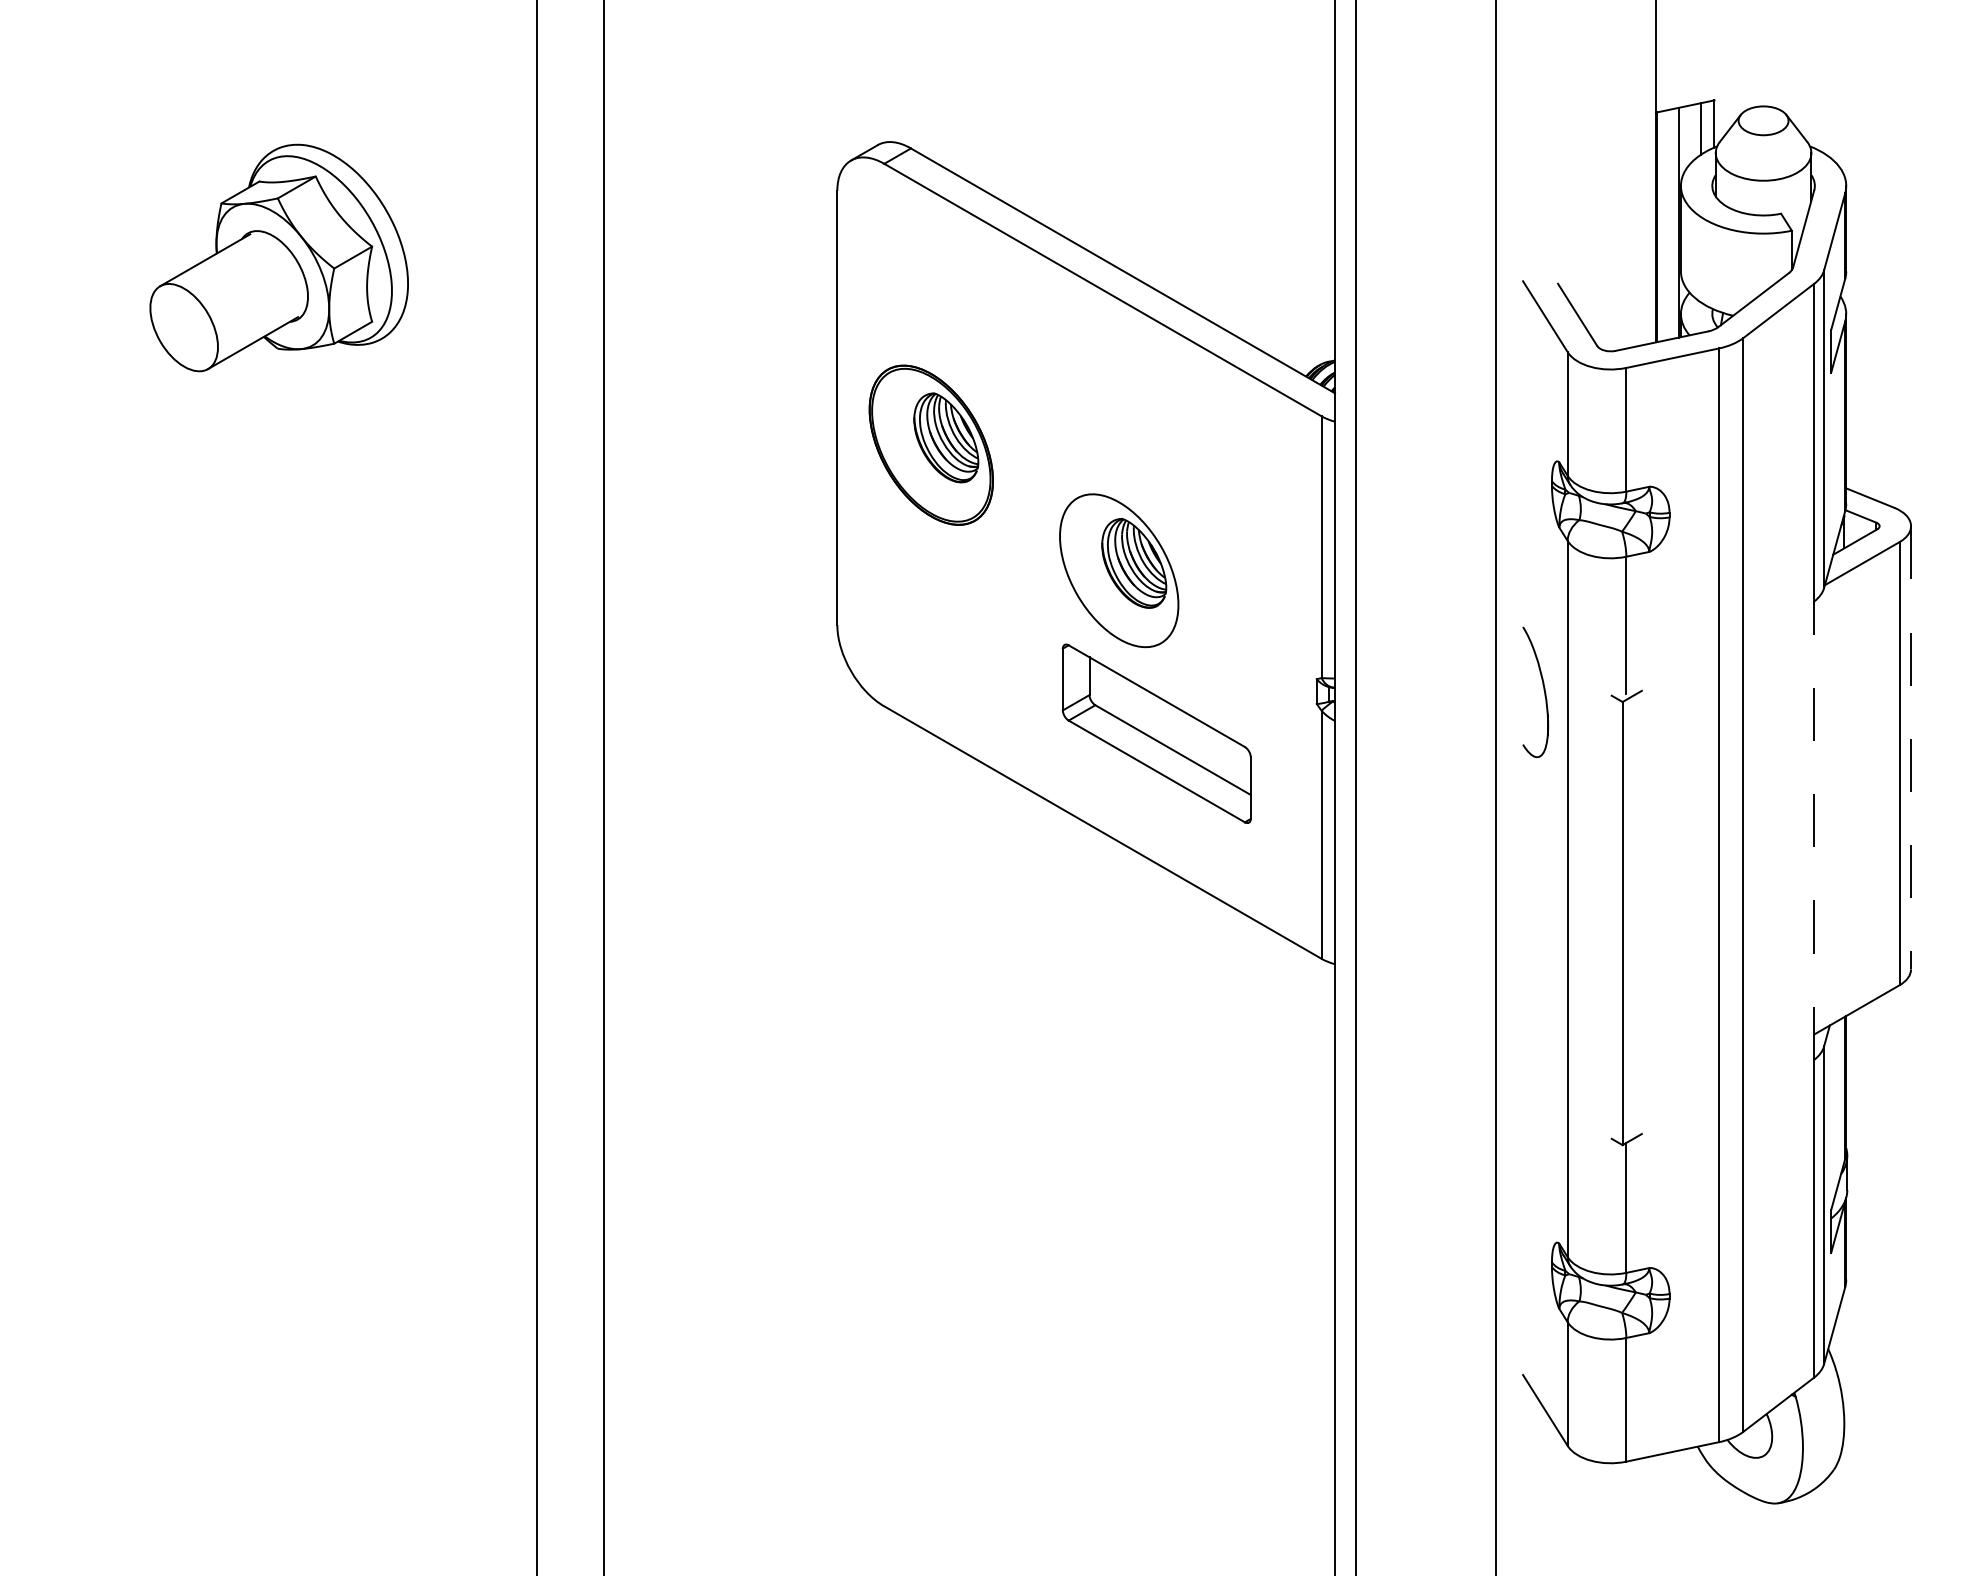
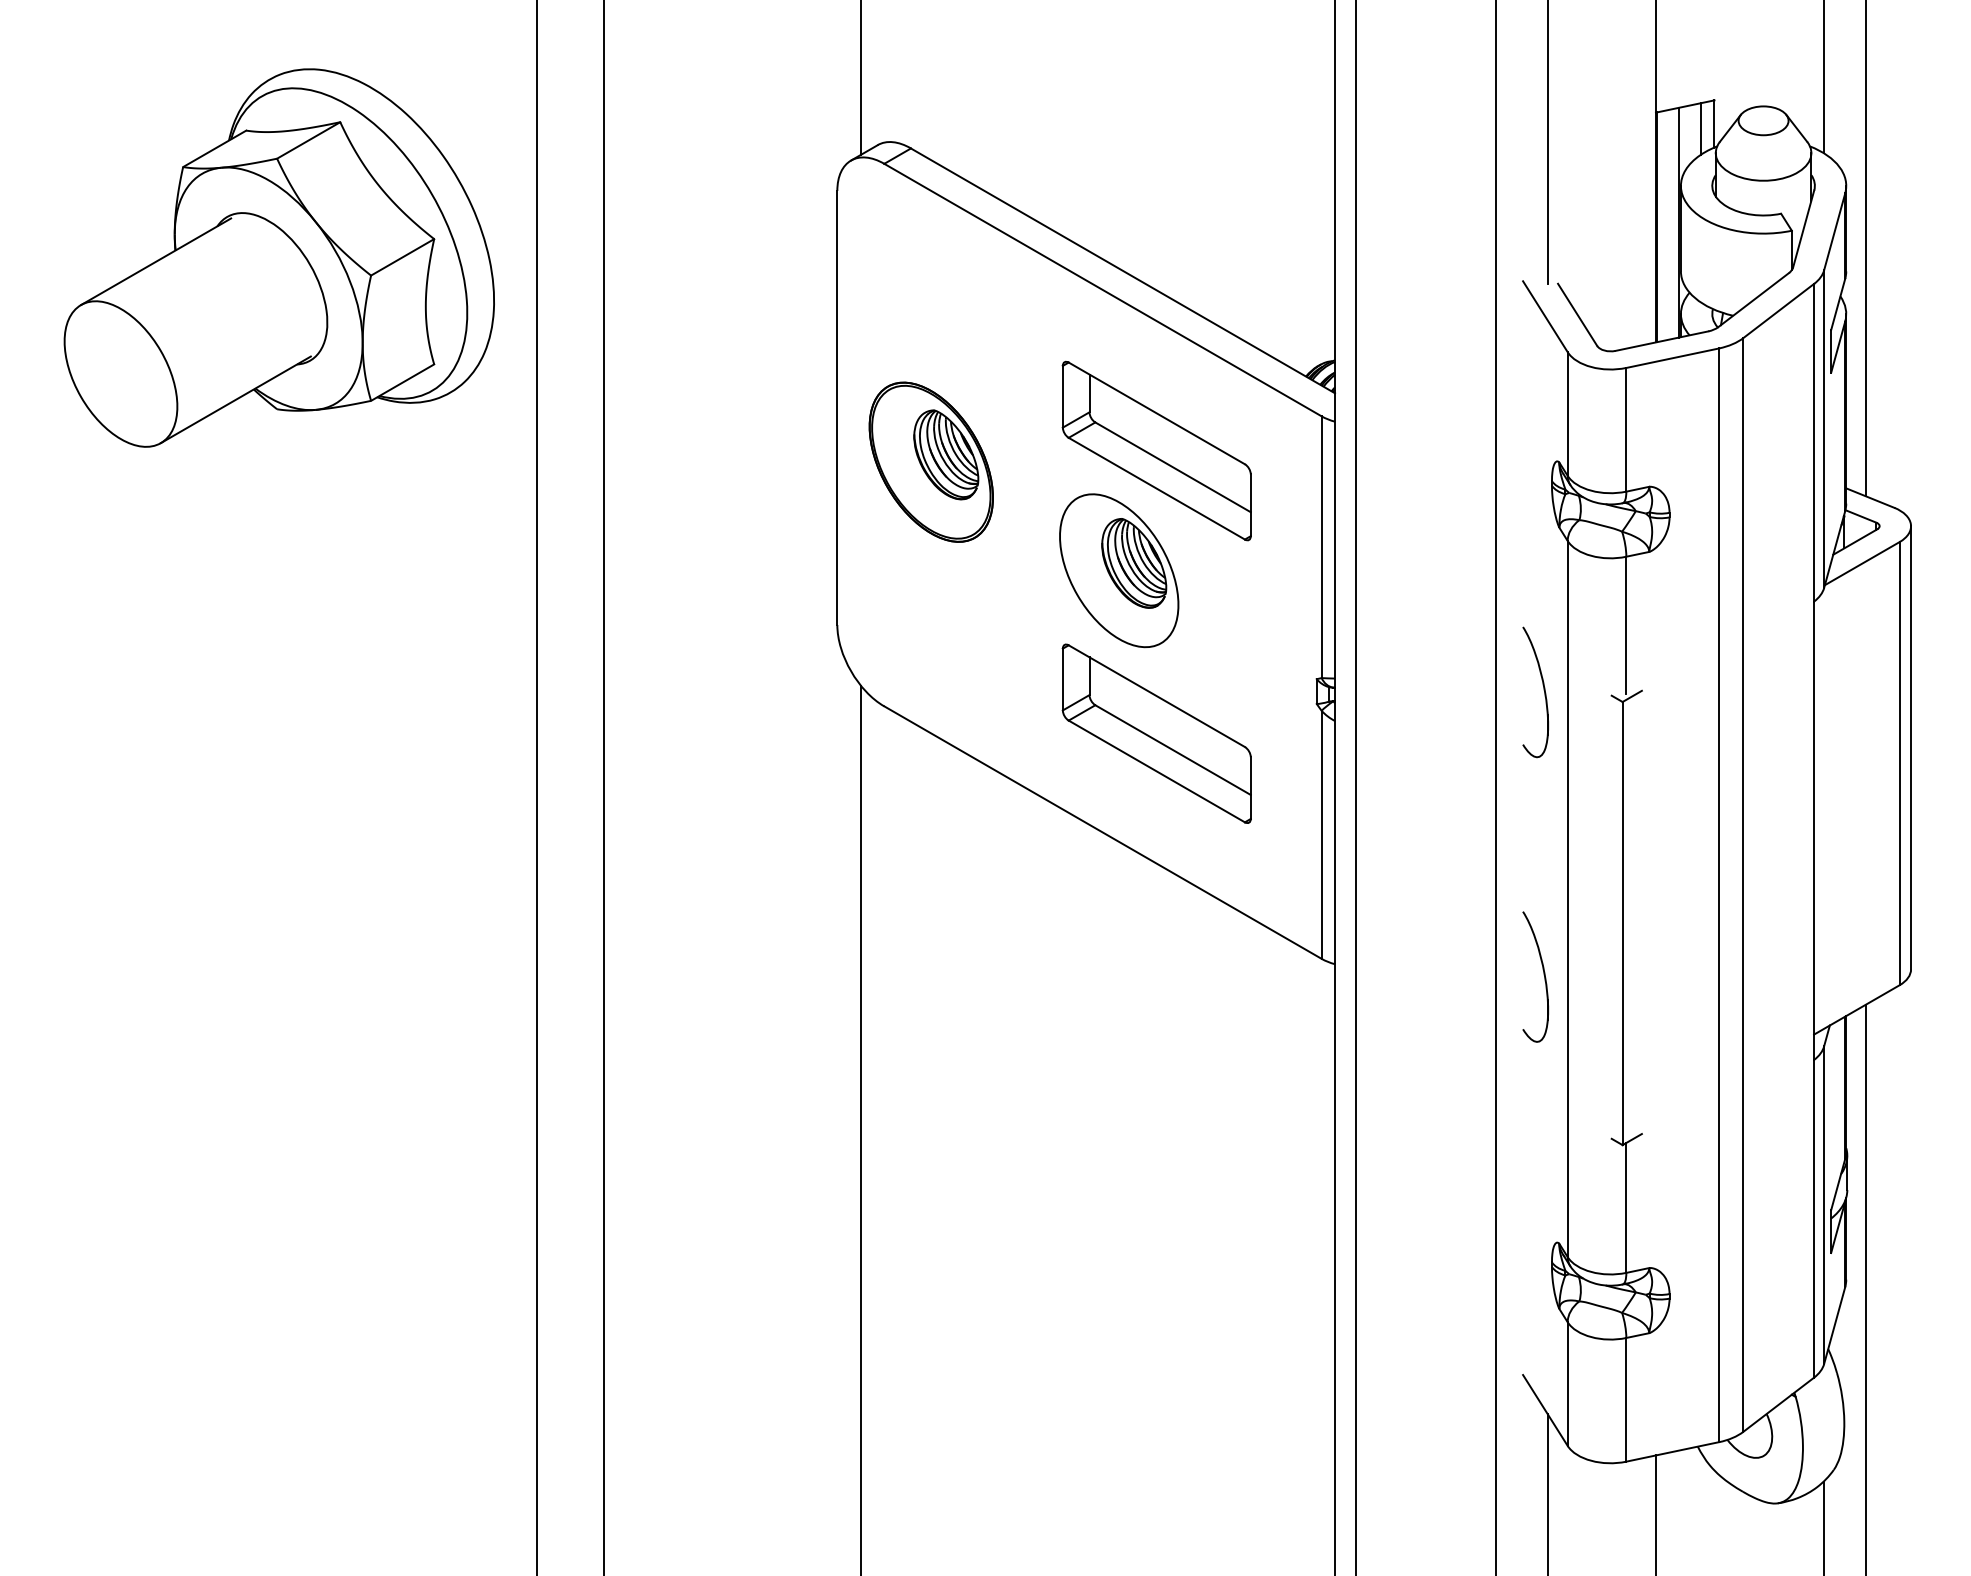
line at (1823, 77): none -> present
line at (861, 78): none -> present
line at (1547, 142): none -> present
line at (1866, 249): none -> present
part at (278, 257) size: 260x230 px -> 432x380 px
part at (930, 444) position: (930, 444) -> (930, 461)
part at (1156, 450): none -> present
line at (1910, 747): dashed -> solid
line at (1814, 830): dashed -> solid
part at (1543, 975): none -> present
line at (861, 1129): none -> present
line at (1866, 1288): none -> present
line at (1547, 1493): none -> present
line at (1655, 1513): none -> present
line at (1823, 1526): none -> present
